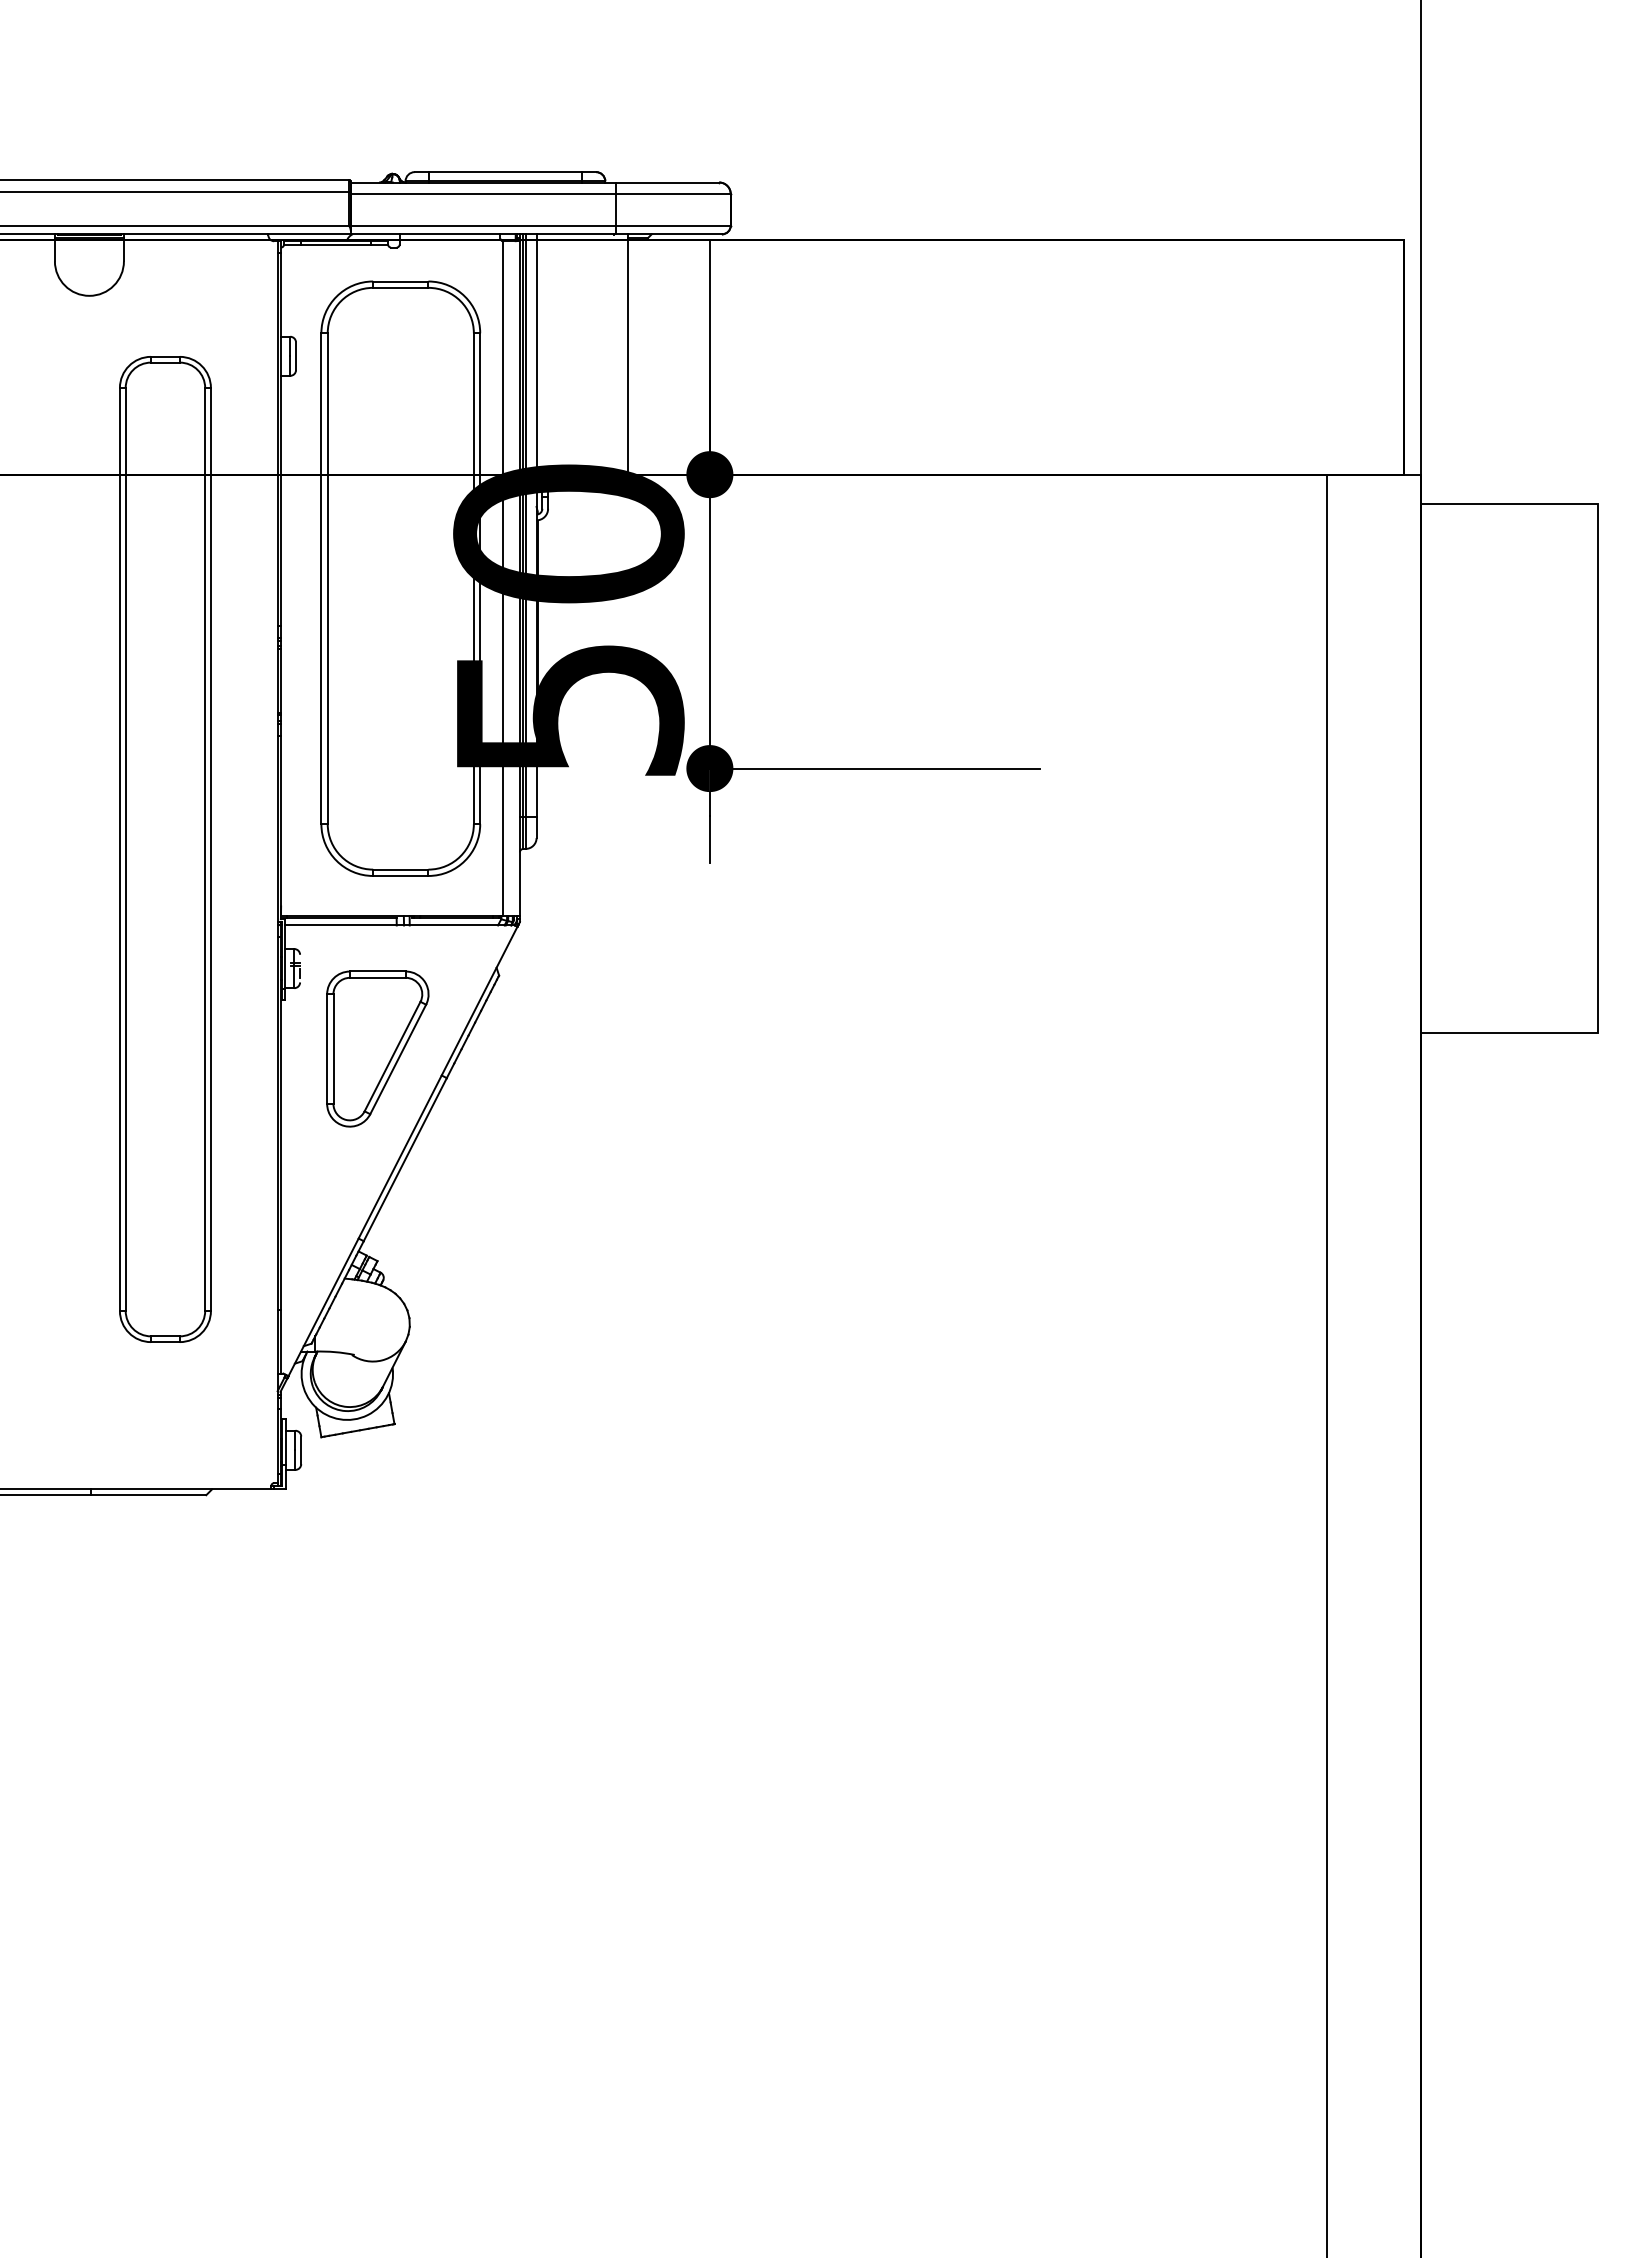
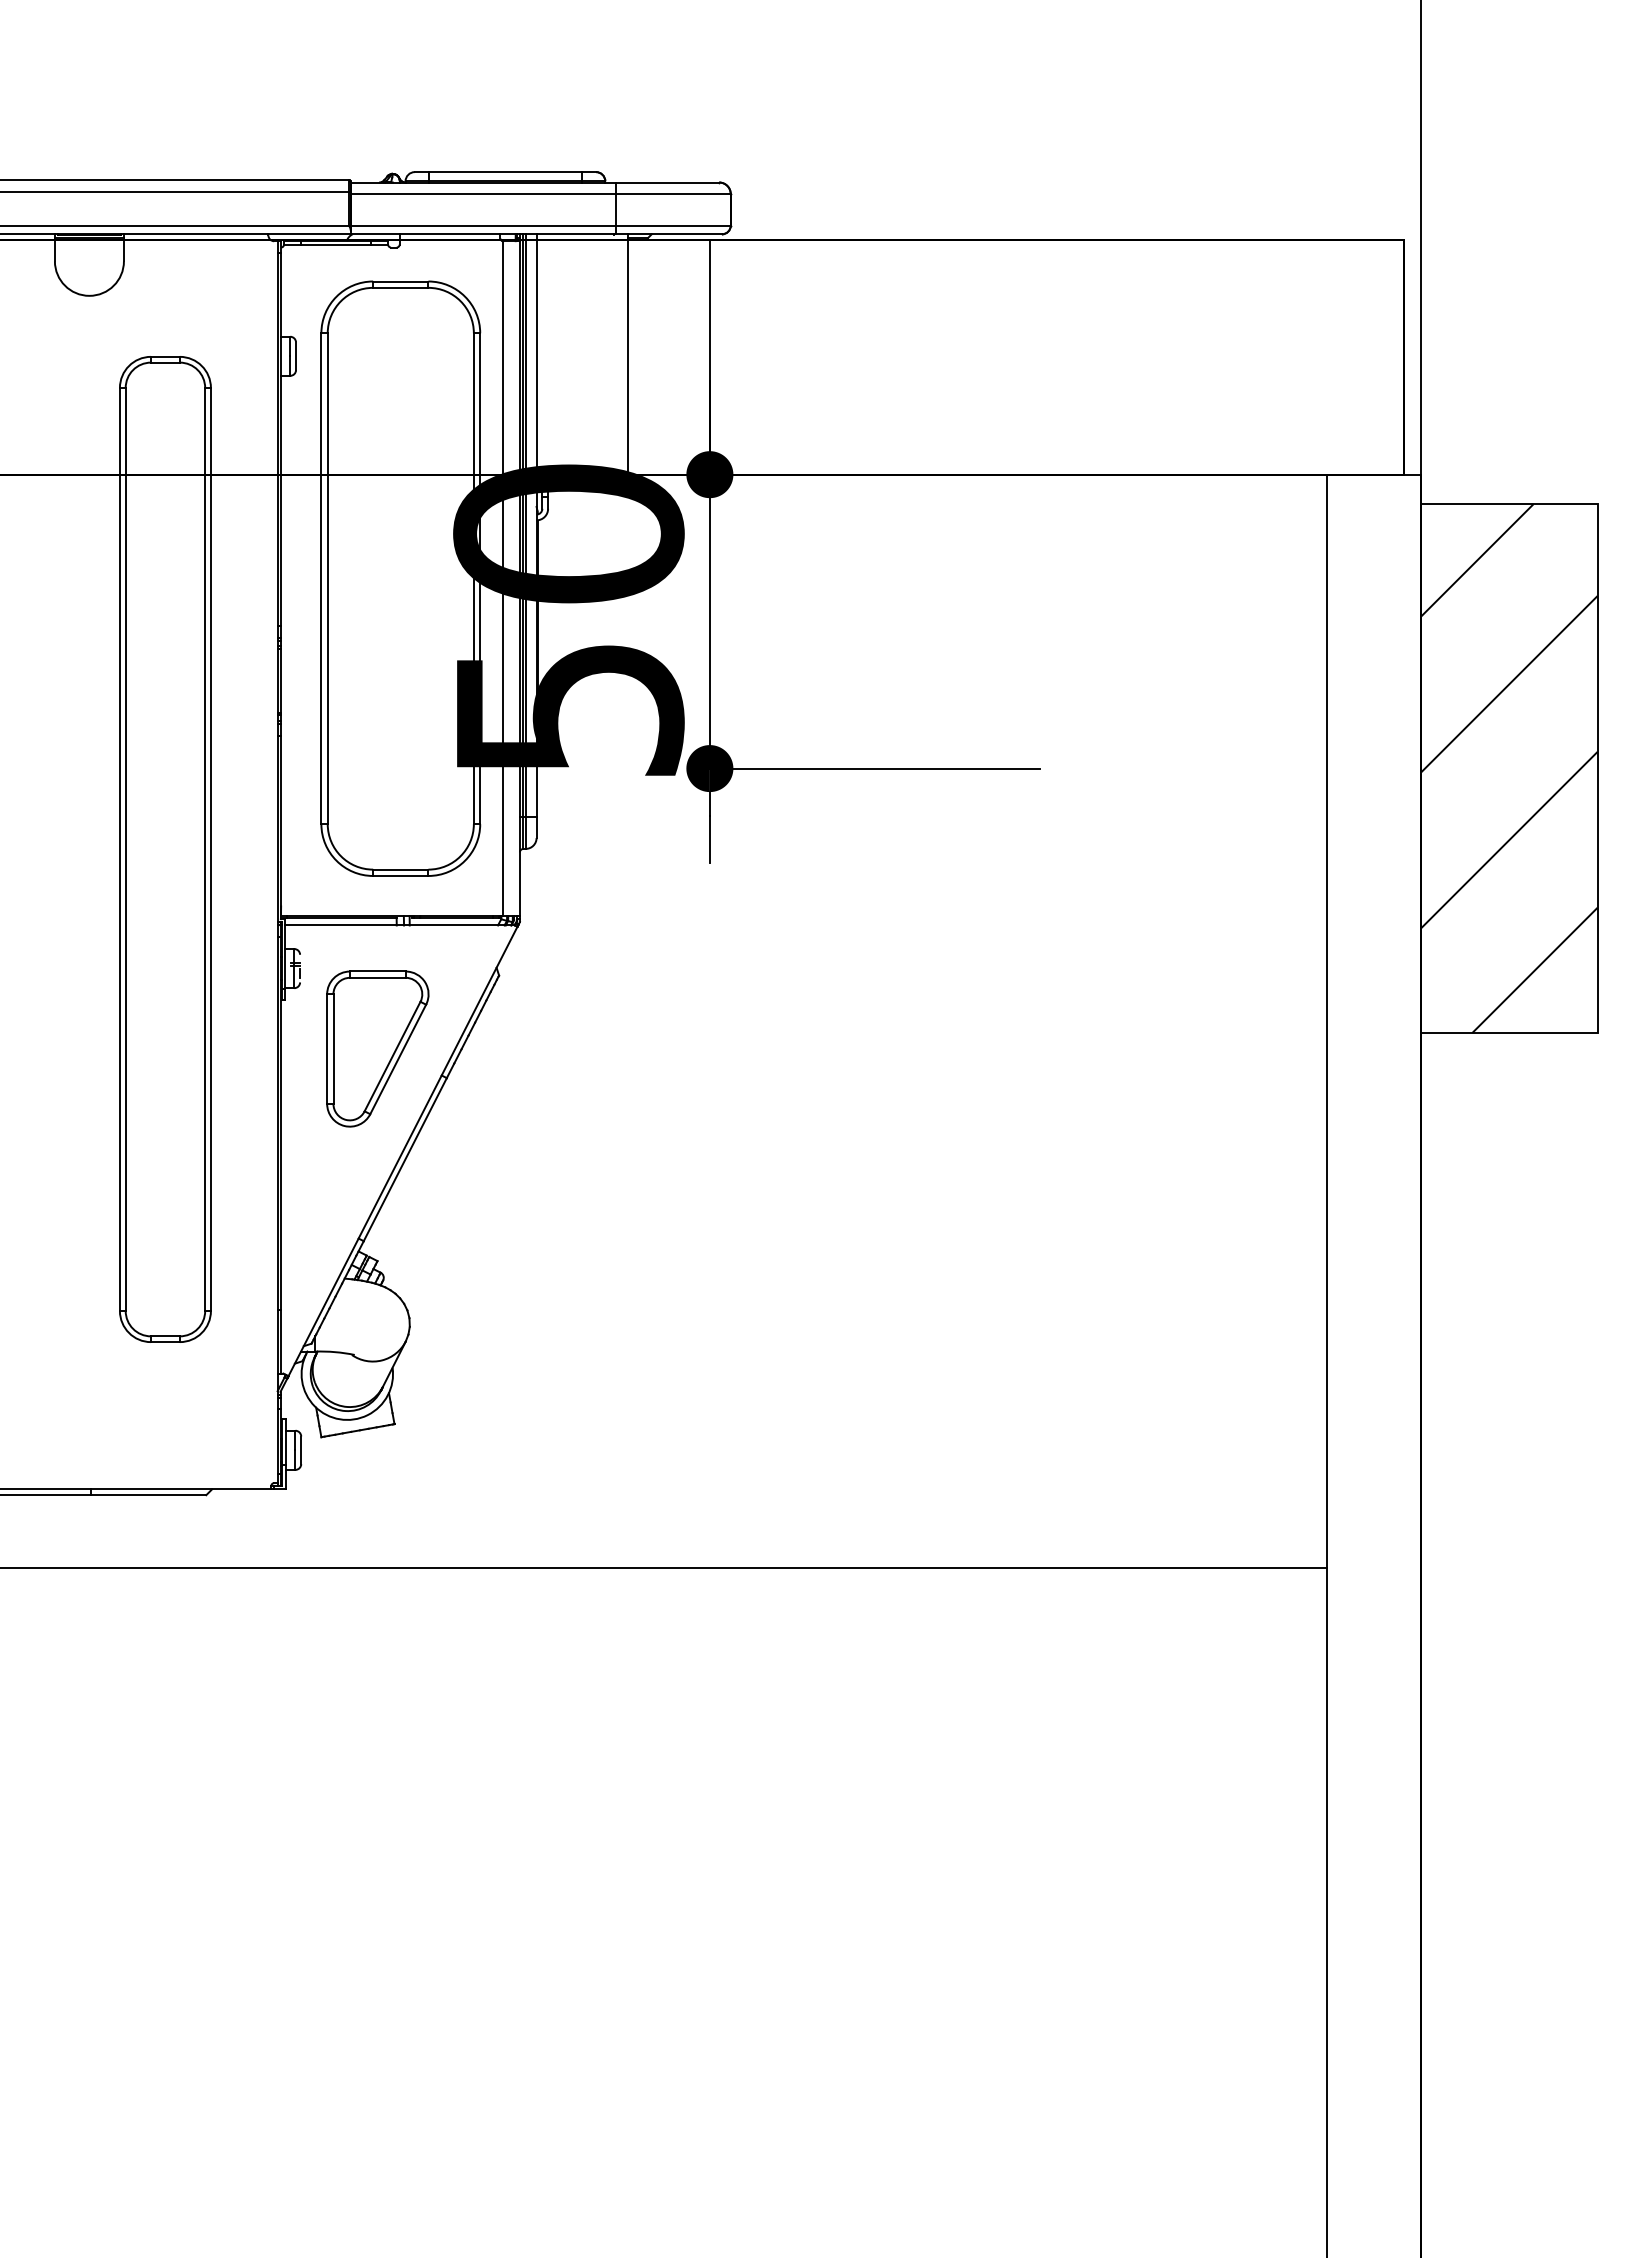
hatch at (1509, 768): none -> present
line at (664, 1568): none -> present
